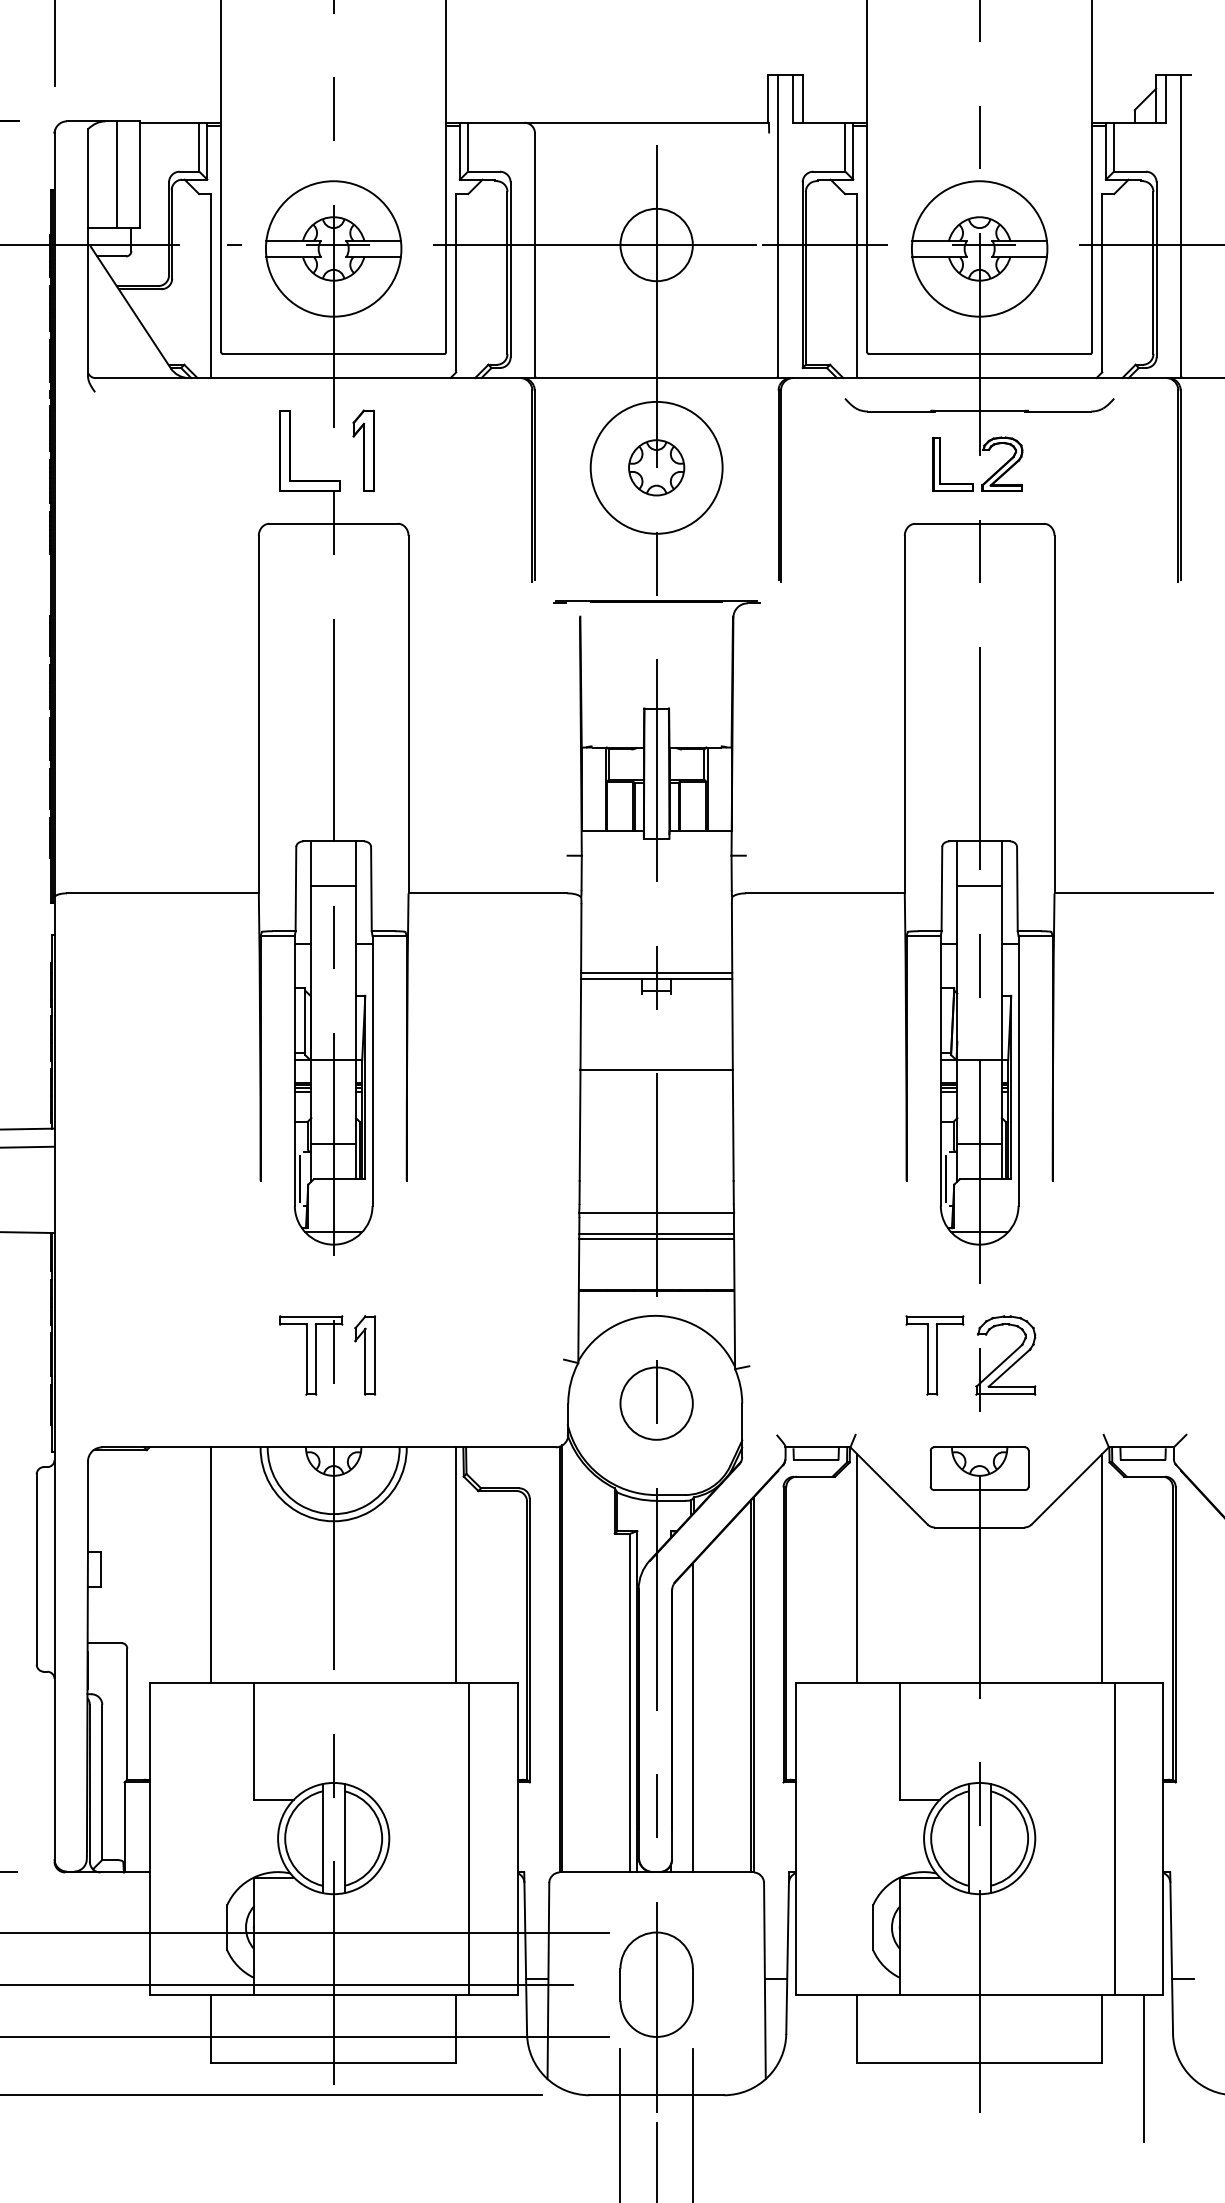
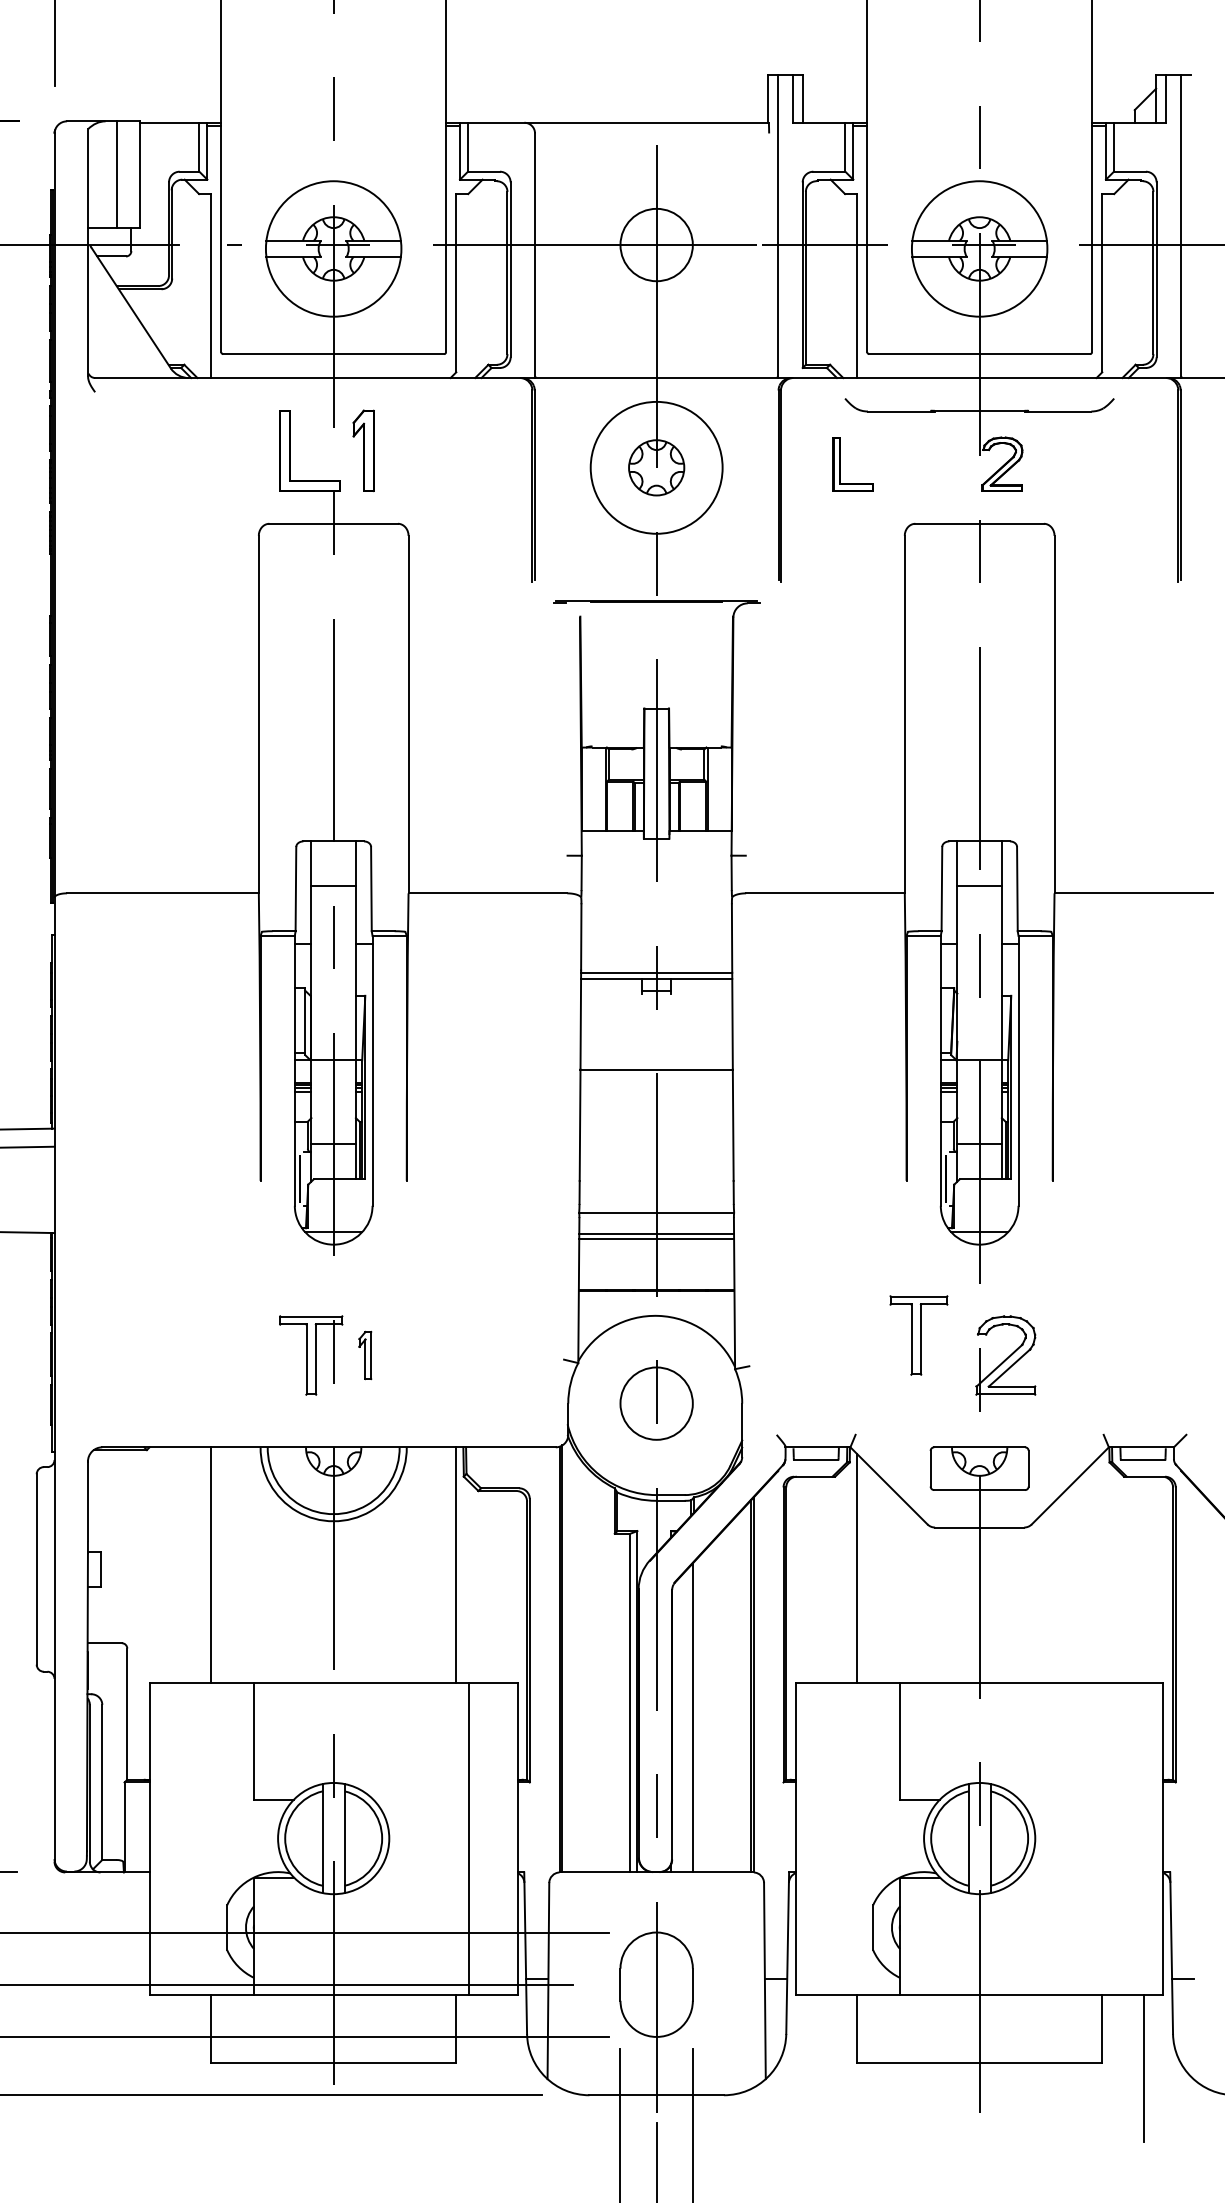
part at (940, 464) position: (940, 464) -> (840, 464)
part at (365, 1355) size: 23x81 px -> 15x51 px
part at (934, 1355) position: (934, 1355) -> (918, 1335)
line at (1102, 1568): present -> none
line at (1115, 1838): present -> none
